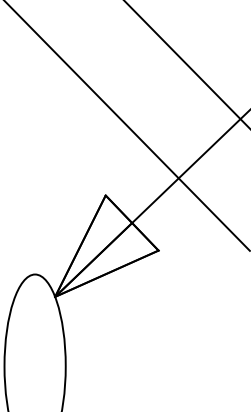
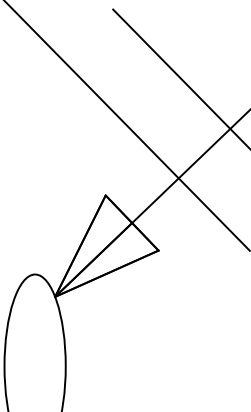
line at (186, 64) position: (186, 64) -> (176, 74)
